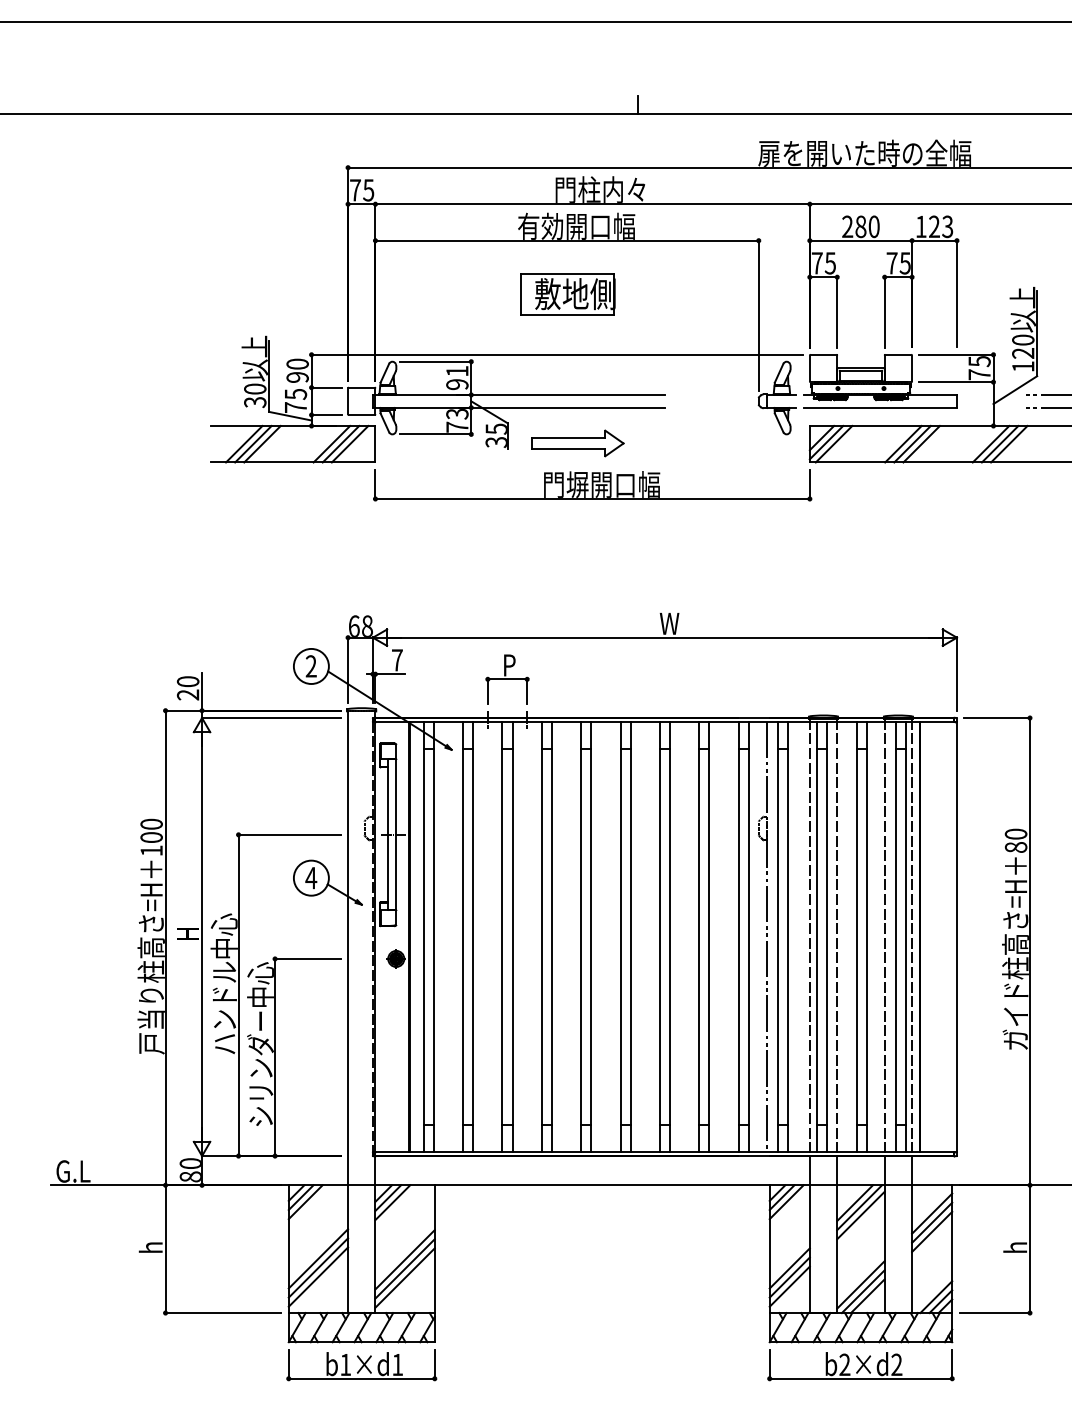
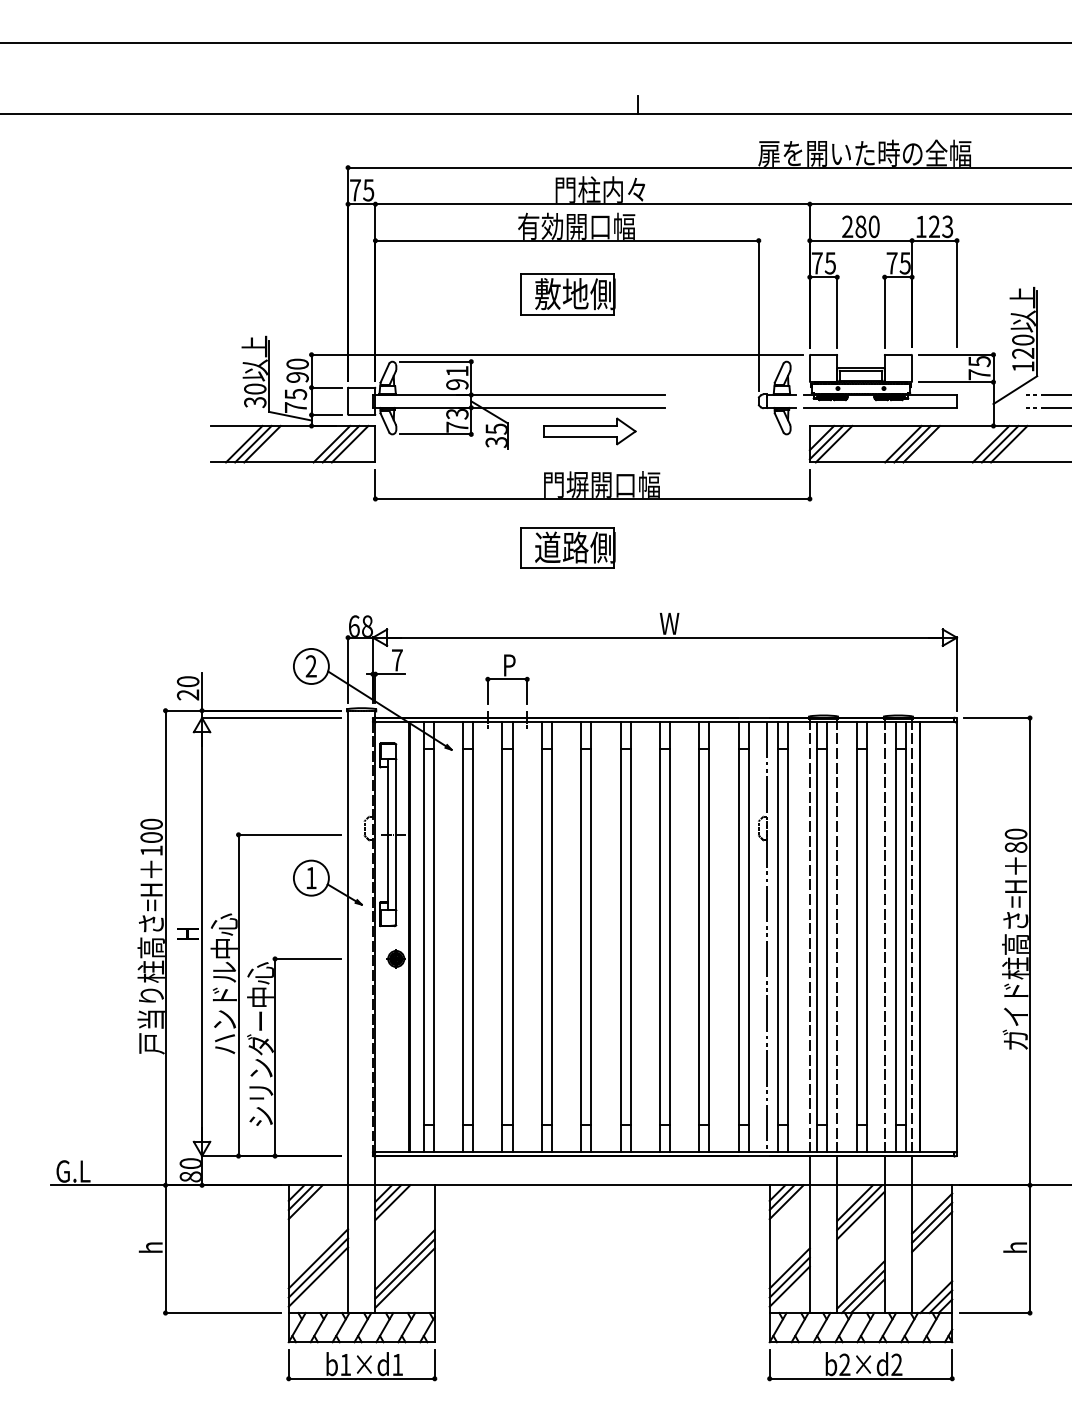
line at (535, 21) position: (535, 21) -> (535, 42)
part at (577, 443) position: (577, 443) -> (589, 431)
part at (567, 547): none -> present
text at (311, 878): 4 -> 1
